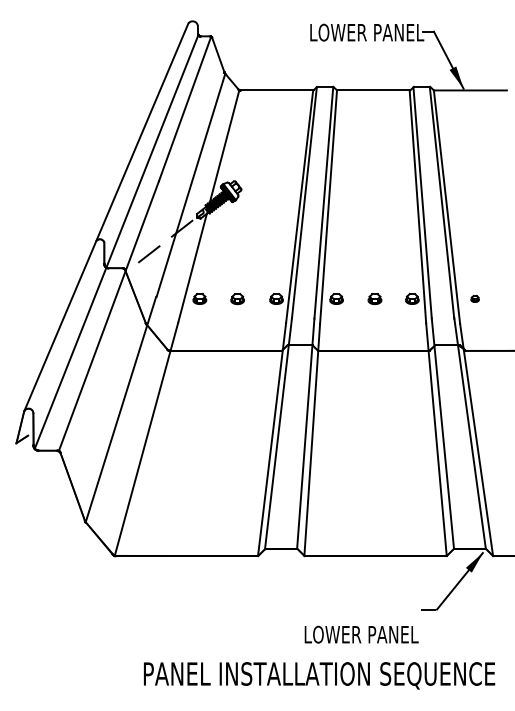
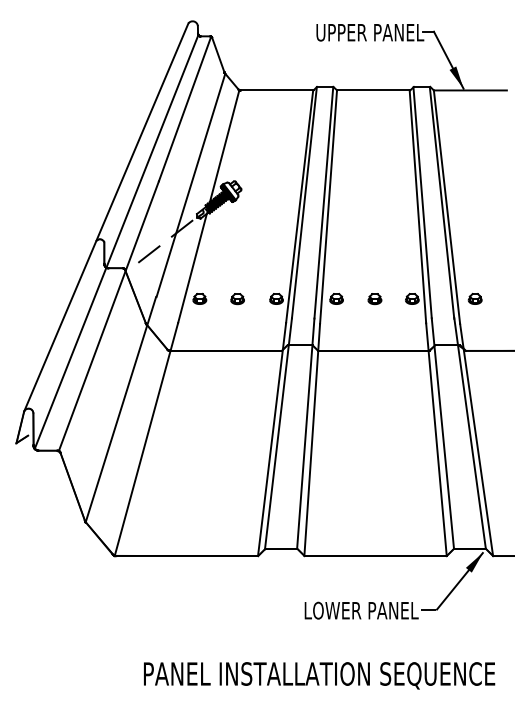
text at (327, 32): LOWER PANEL -> UPPER PANEL
part at (474, 298) size: 10x9 px -> 16x12 px
text at (361, 634) position: (361, 634) -> (361, 610)
